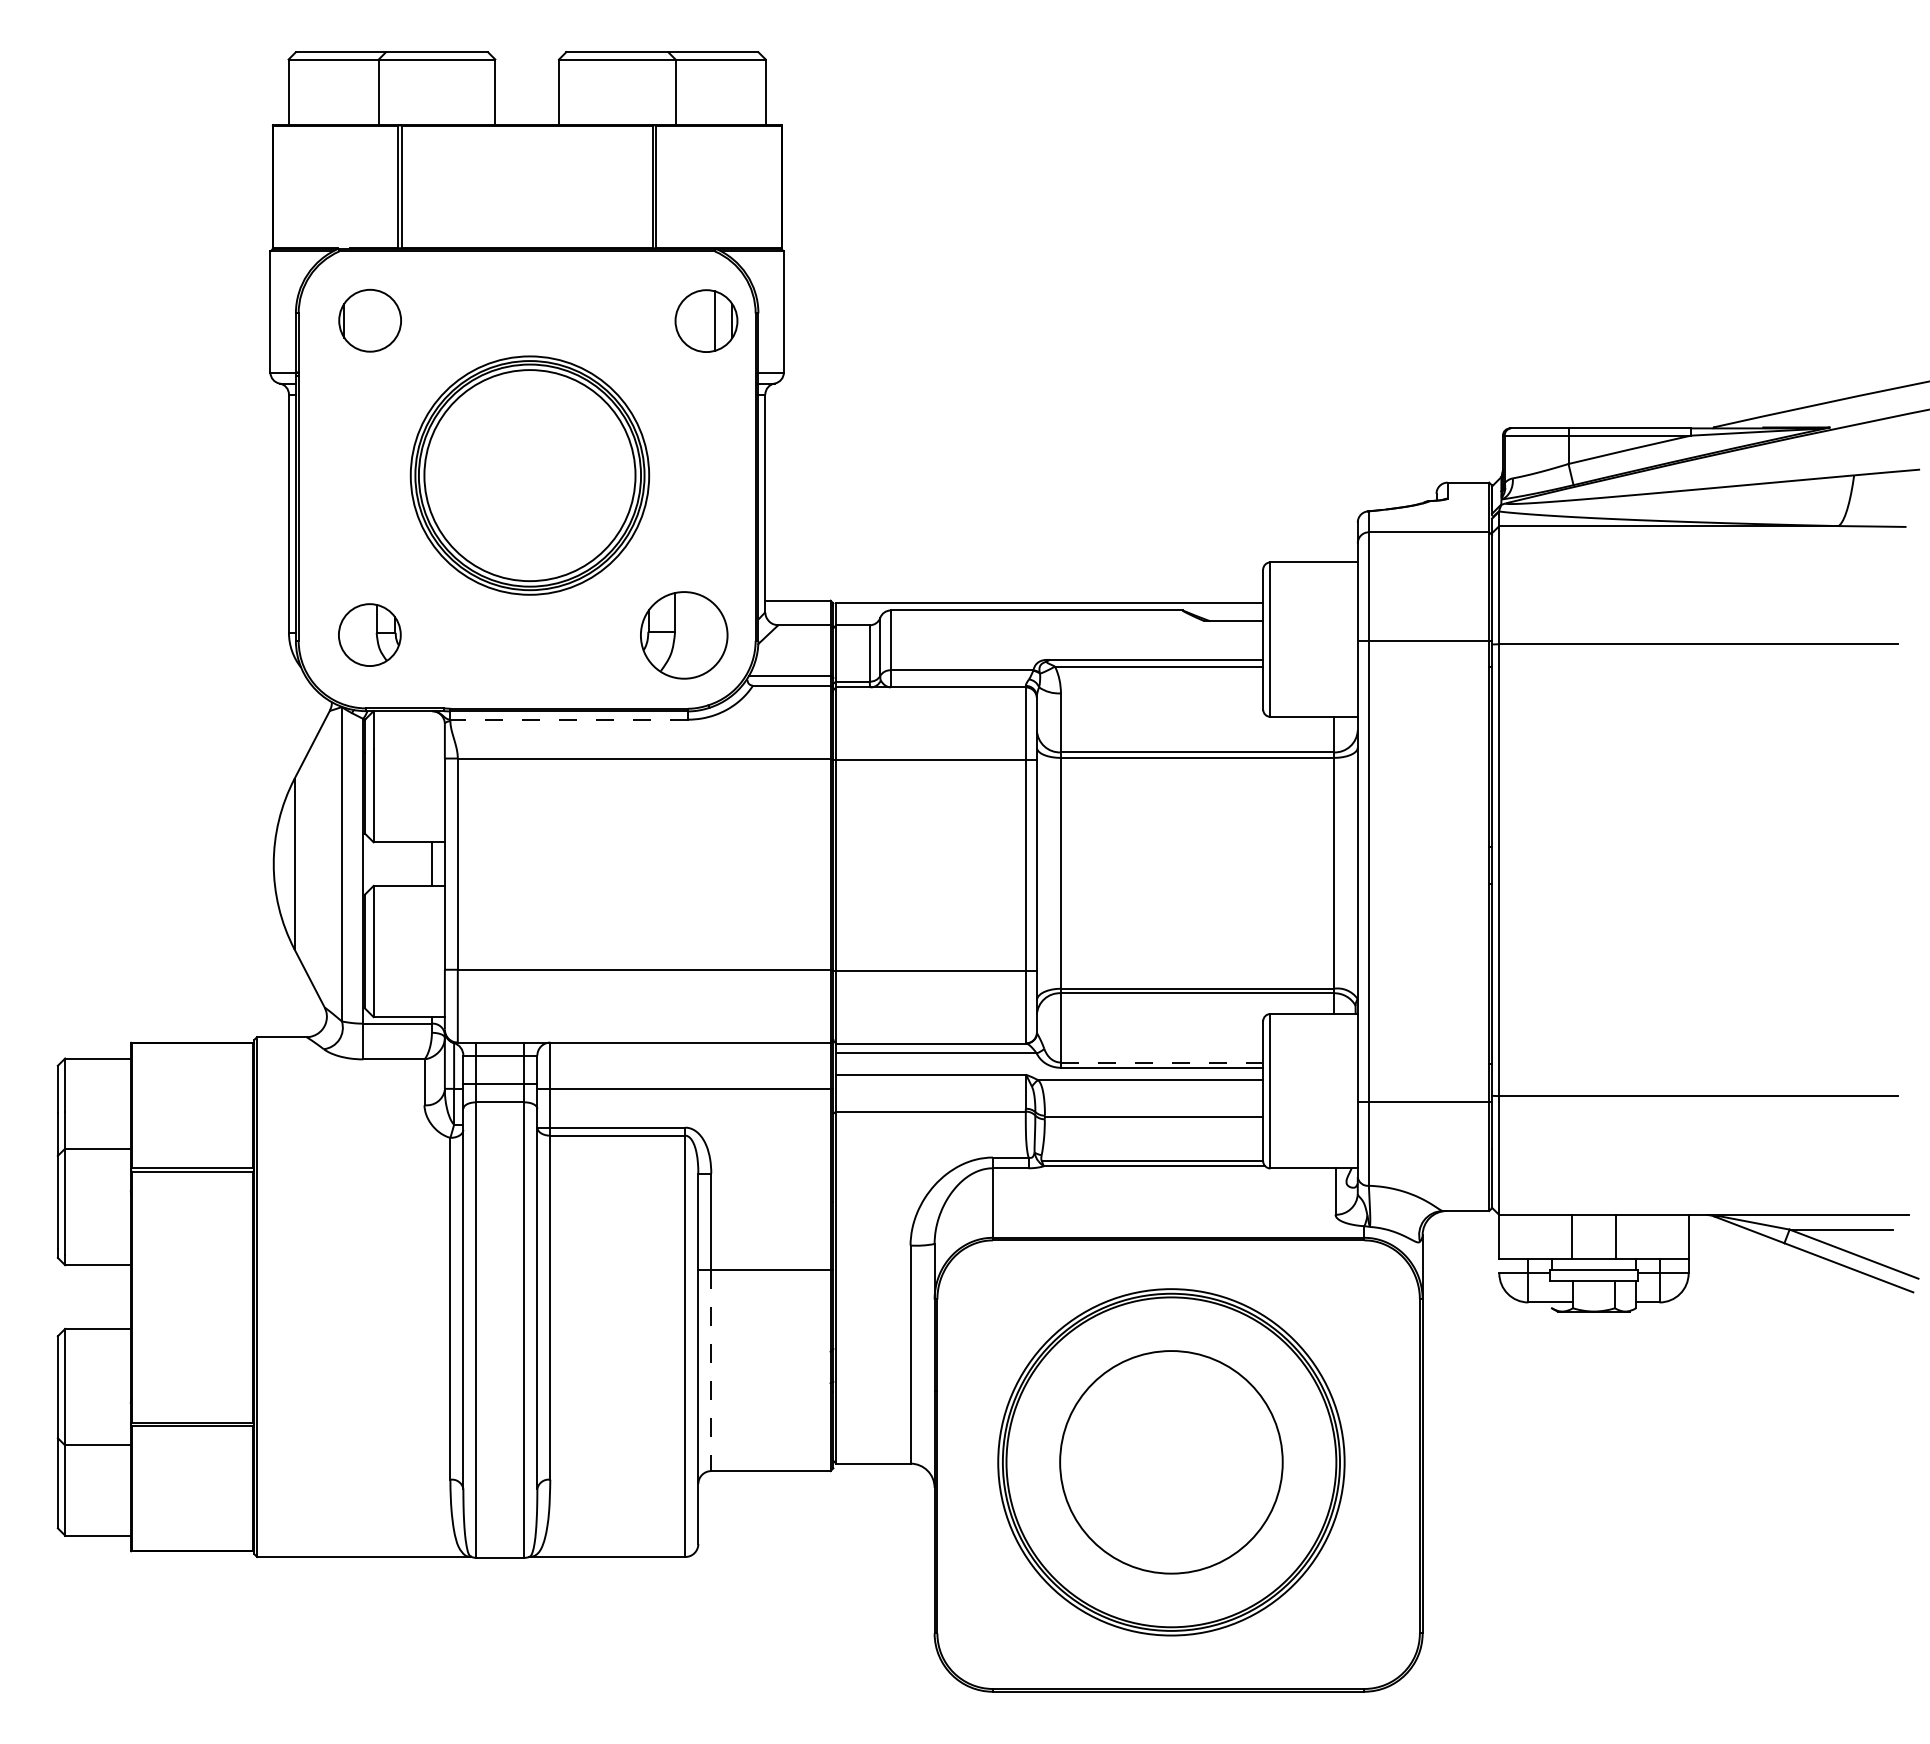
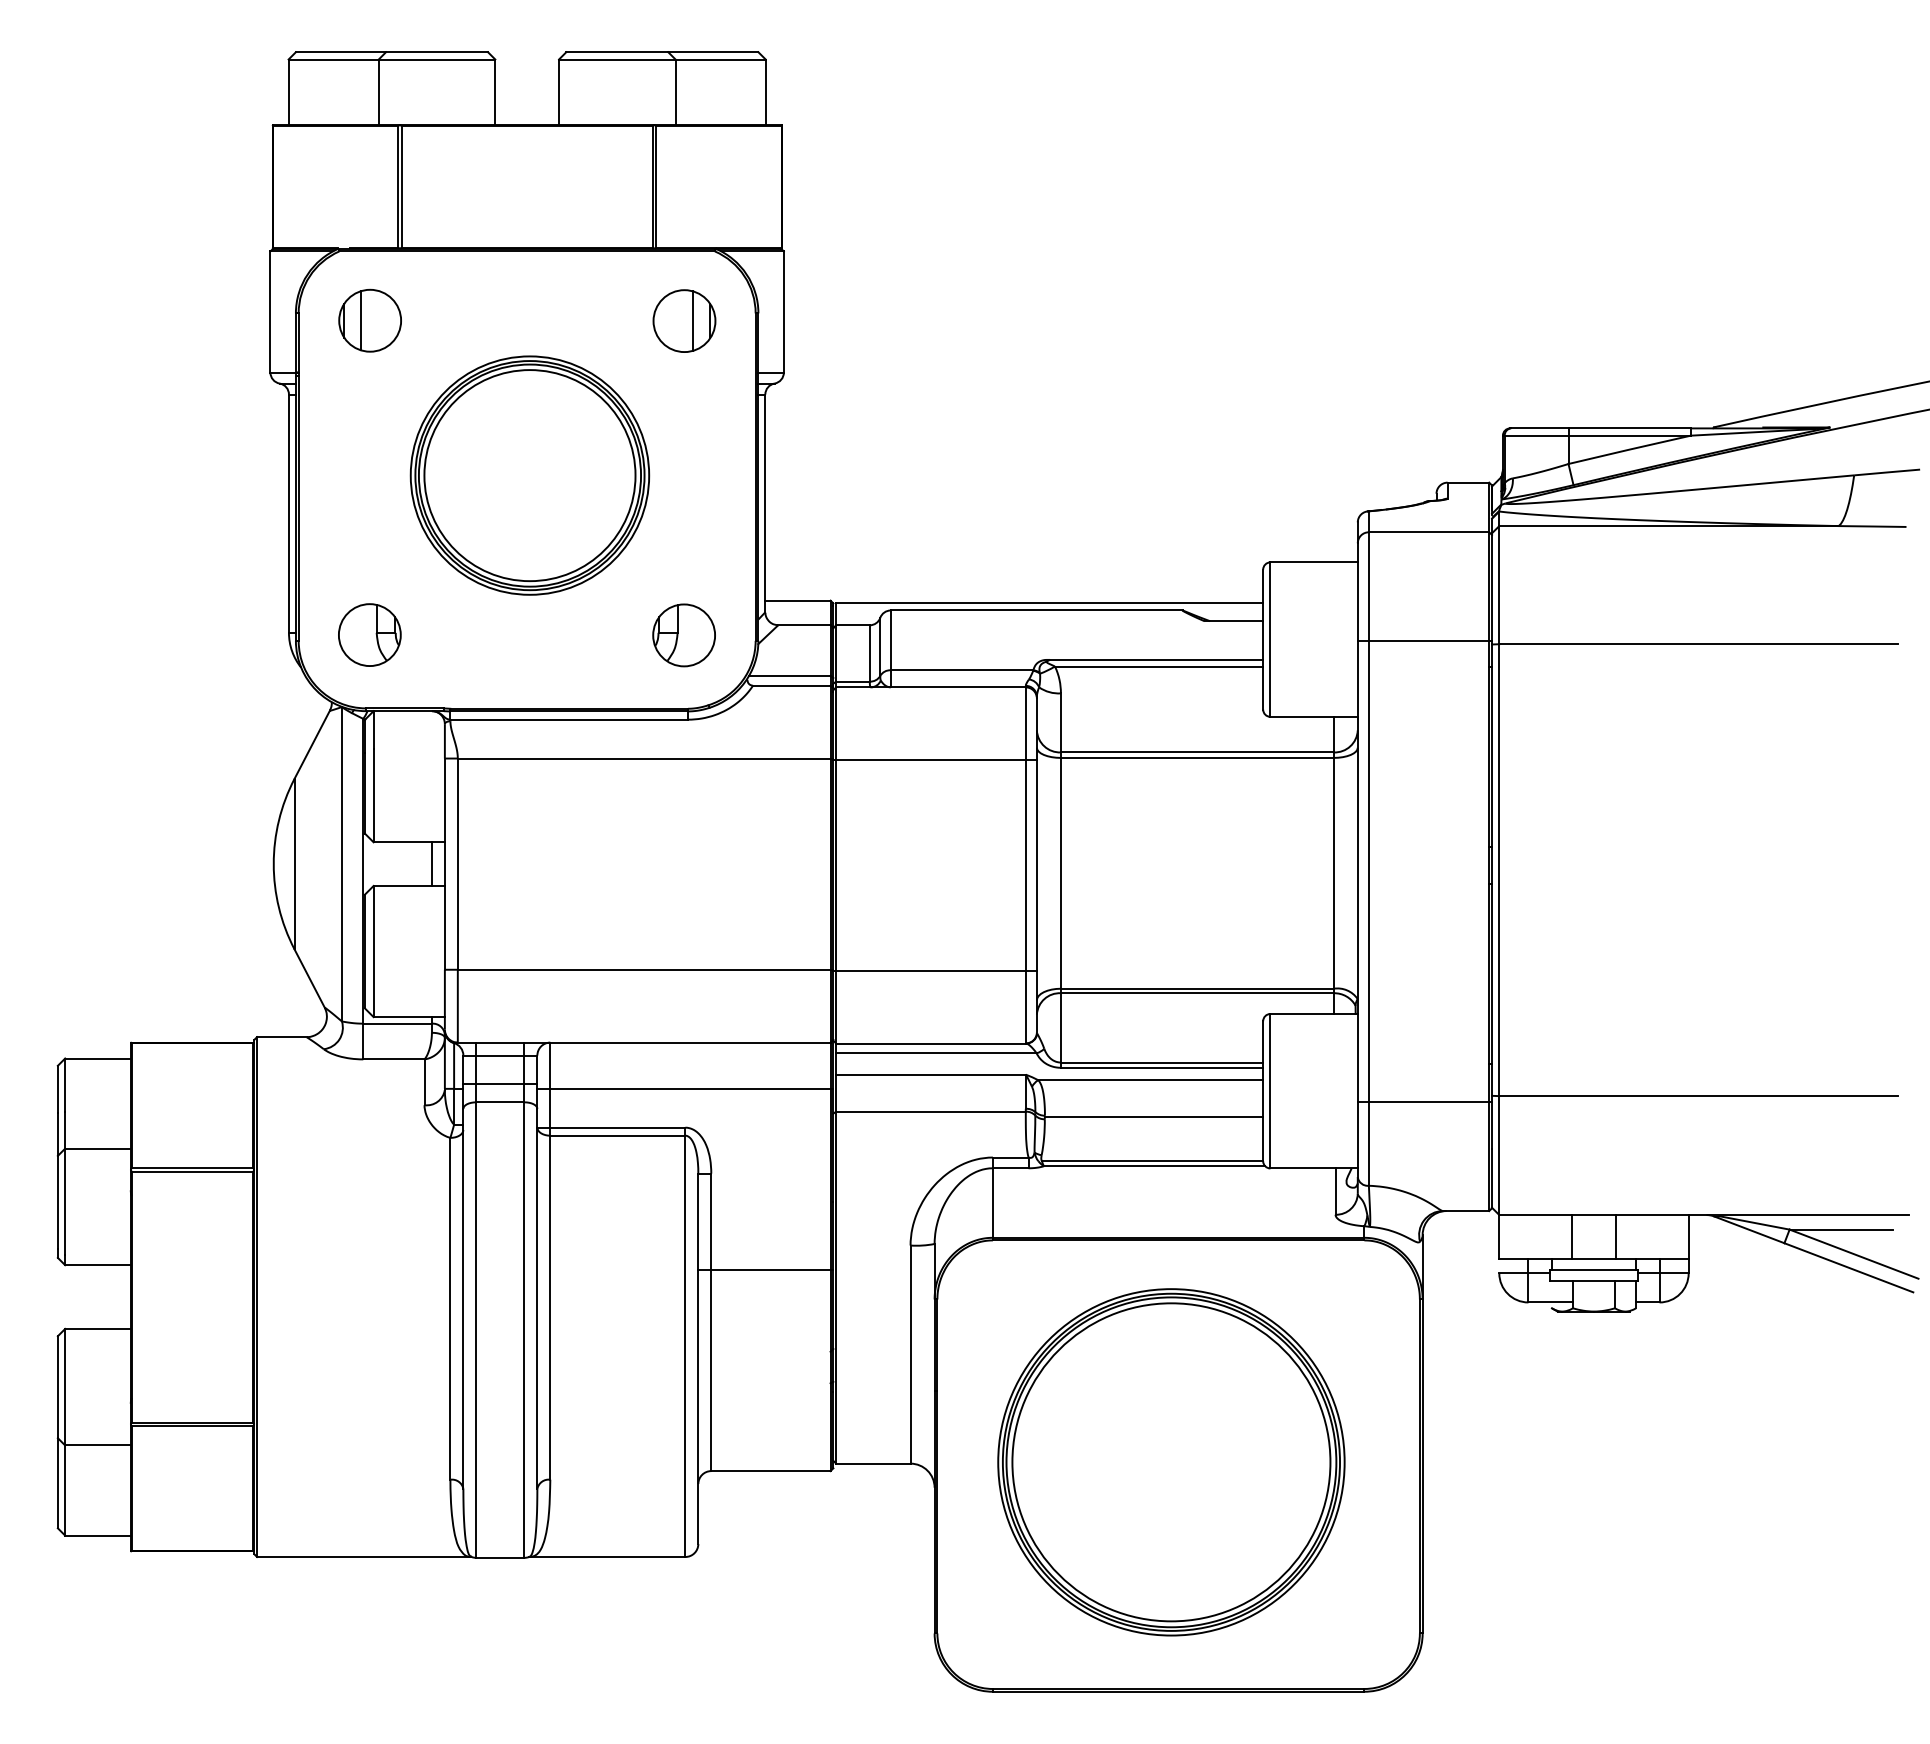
line at (361, 320): none -> present
part at (706, 320) position: (706, 320) -> (684, 320)
part at (684, 635) size: 89x89 px -> 64x65 px
line at (569, 719): dashed -> solid
line at (1162, 1062): dashed -> solid
line at (711, 1371): dashed -> solid
circle at (1171, 1462) diameter: 223 px -> 318 px
